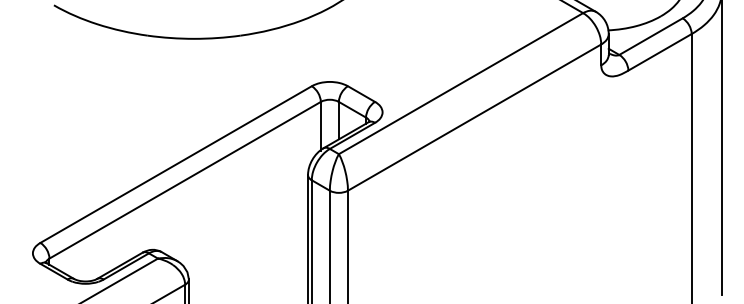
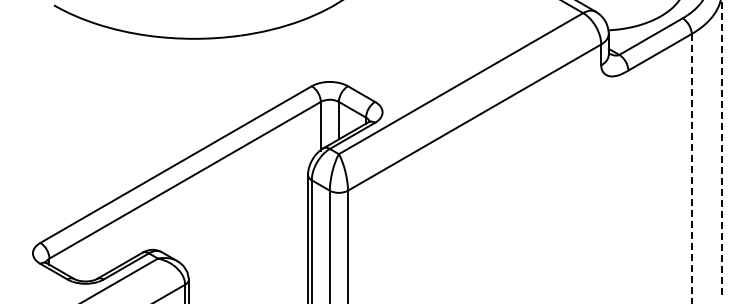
line at (721, 147): solid -> dashed
line at (691, 169): solid -> dashed
